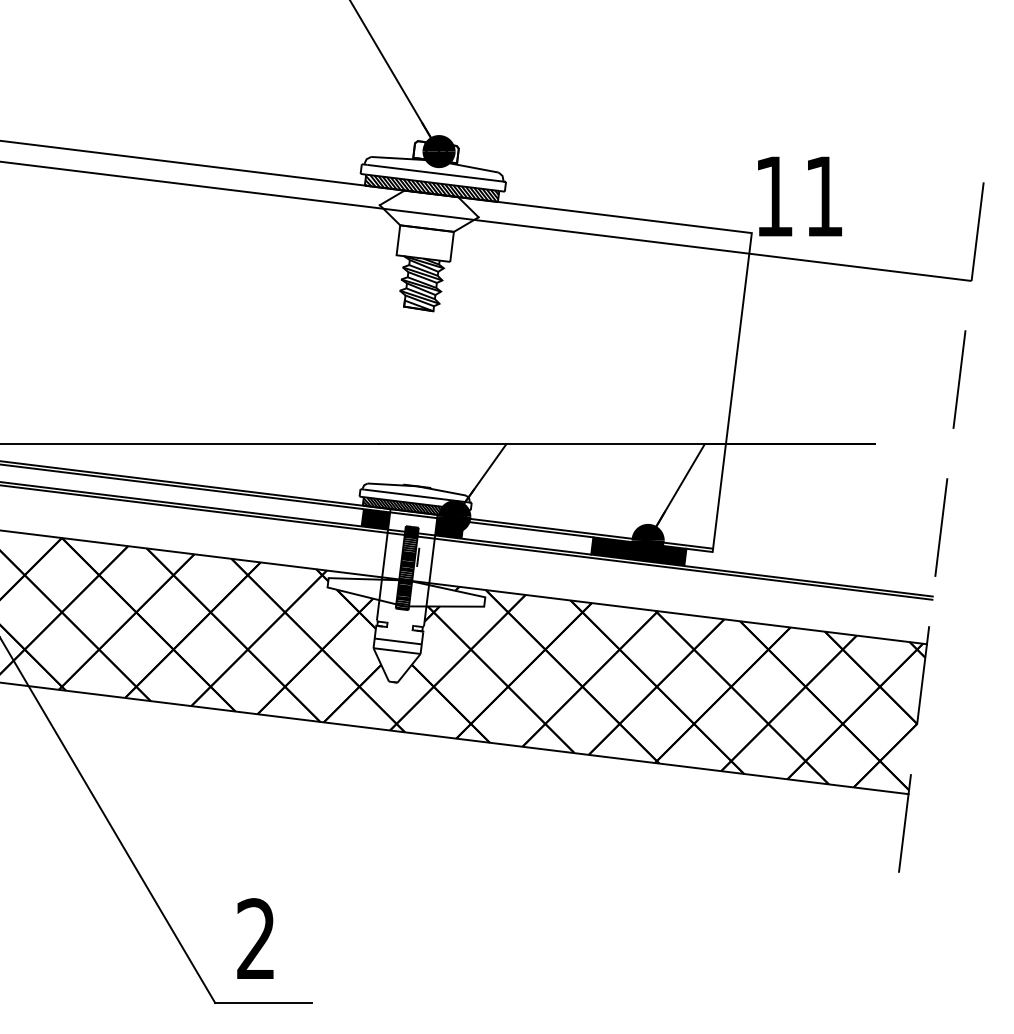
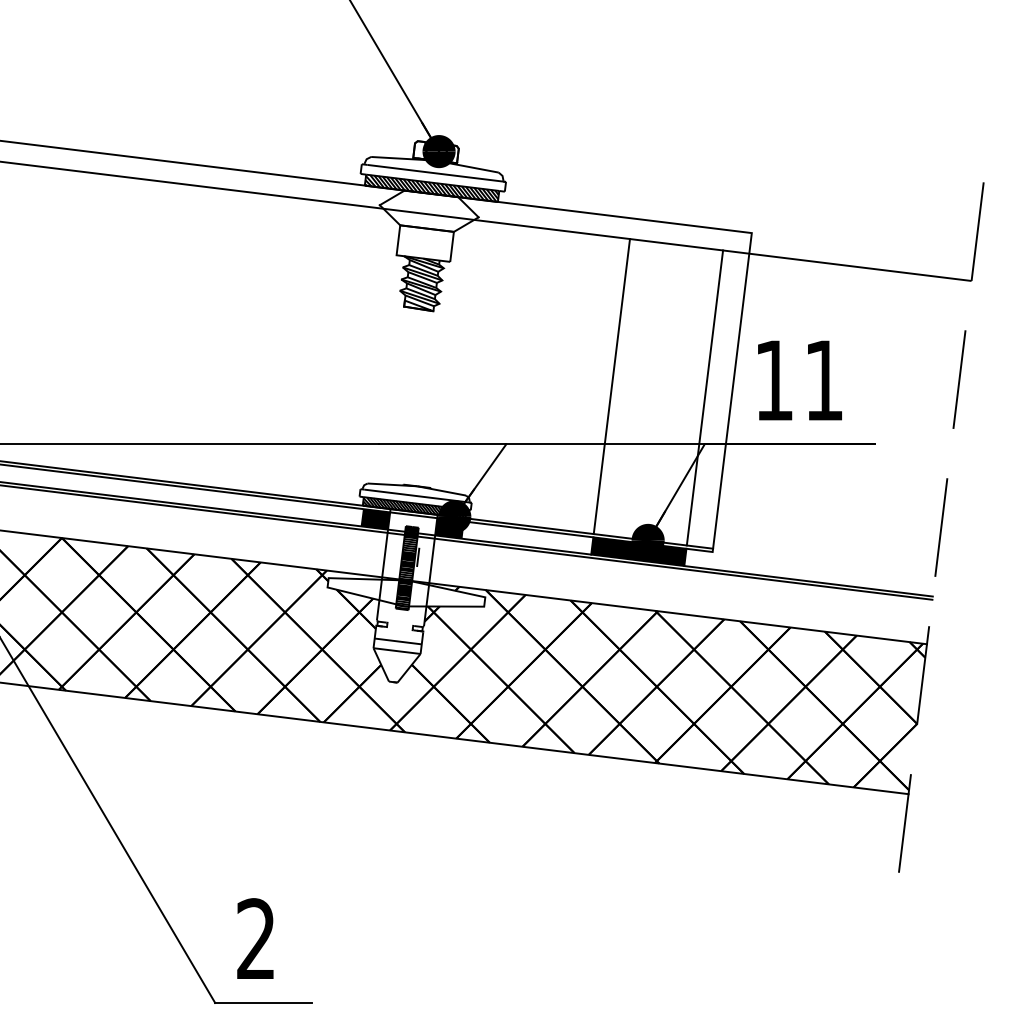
text at (799, 196) position: (799, 196) -> (799, 380)
line at (611, 386): none -> present
line at (704, 397): none -> present
